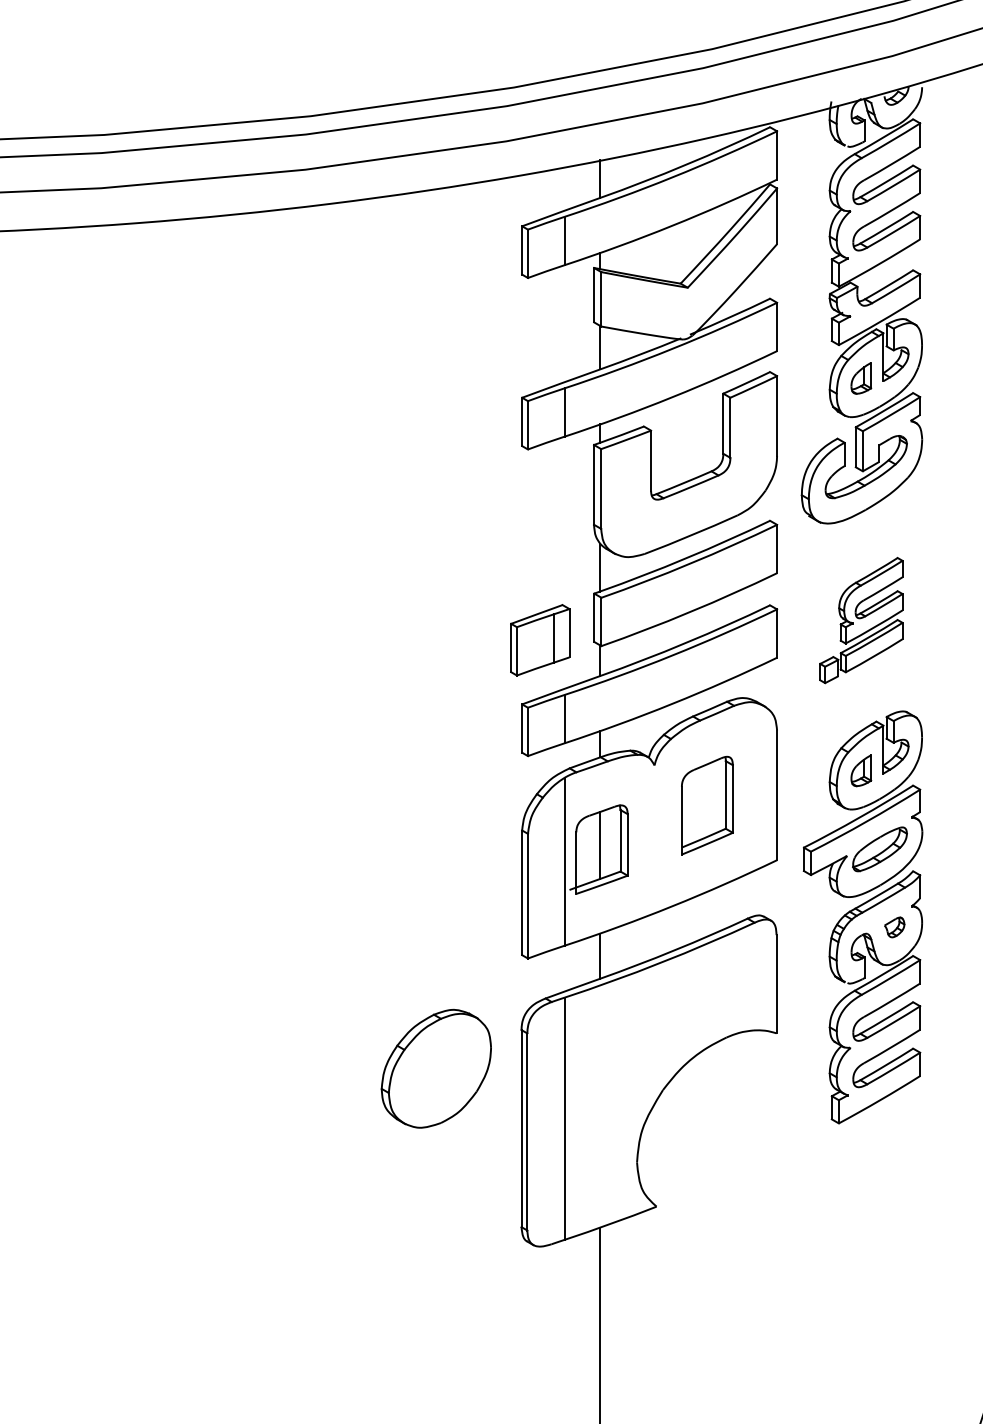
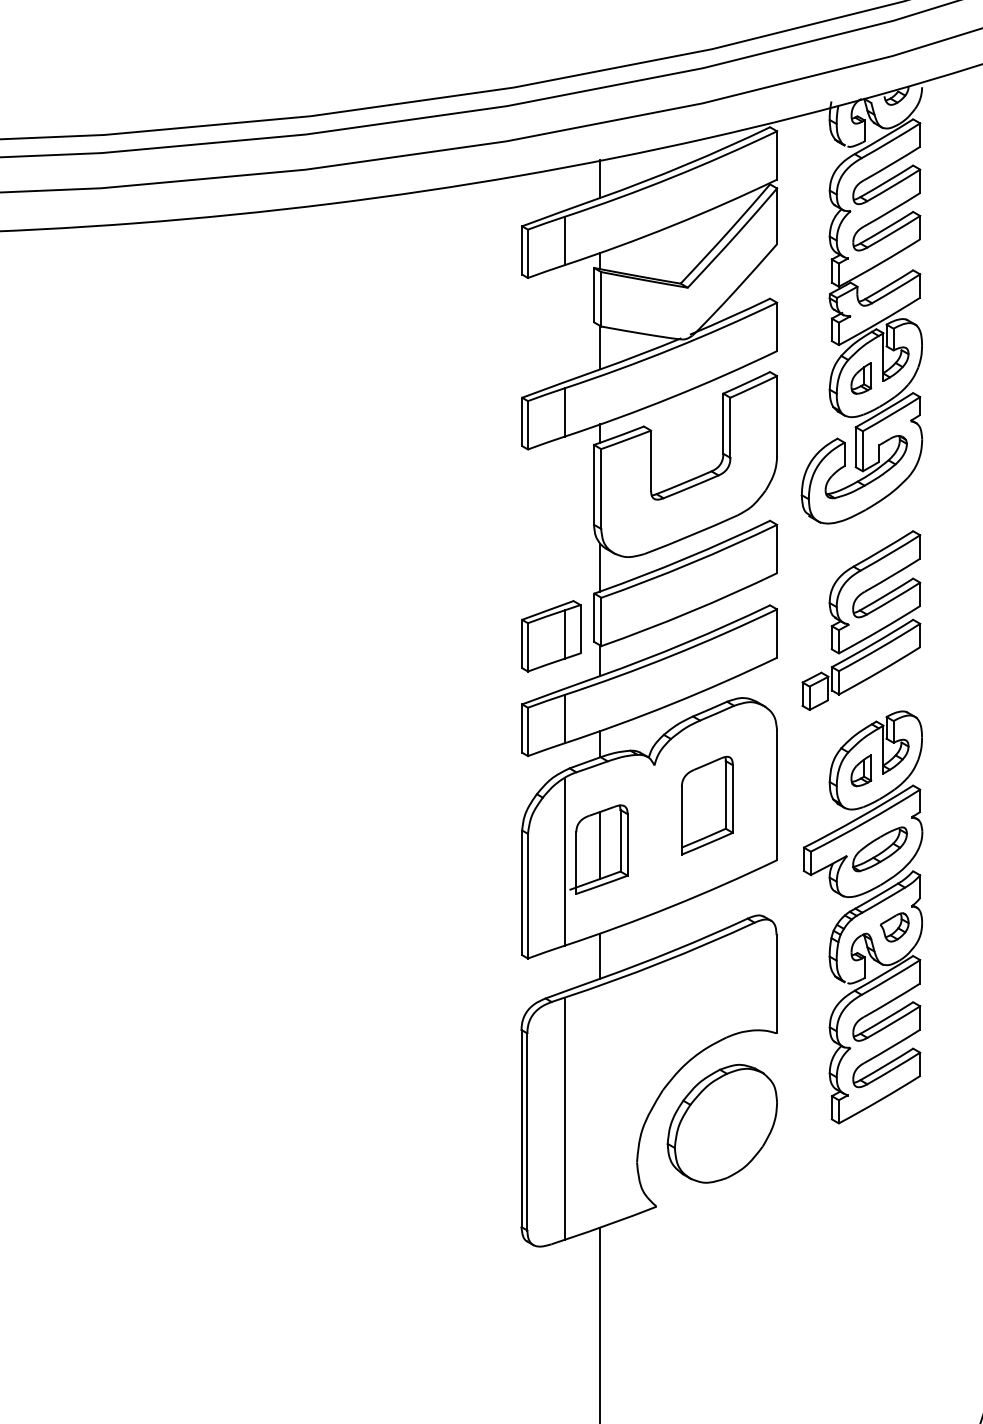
part at (861, 620) size: 85x128 px -> 121x181 px
part at (540, 640) position: (540, 640) -> (551, 636)
part at (894, 927) size: 22x23 px -> 31x31 px
part at (435, 1068) position: (435, 1068) -> (721, 1123)
